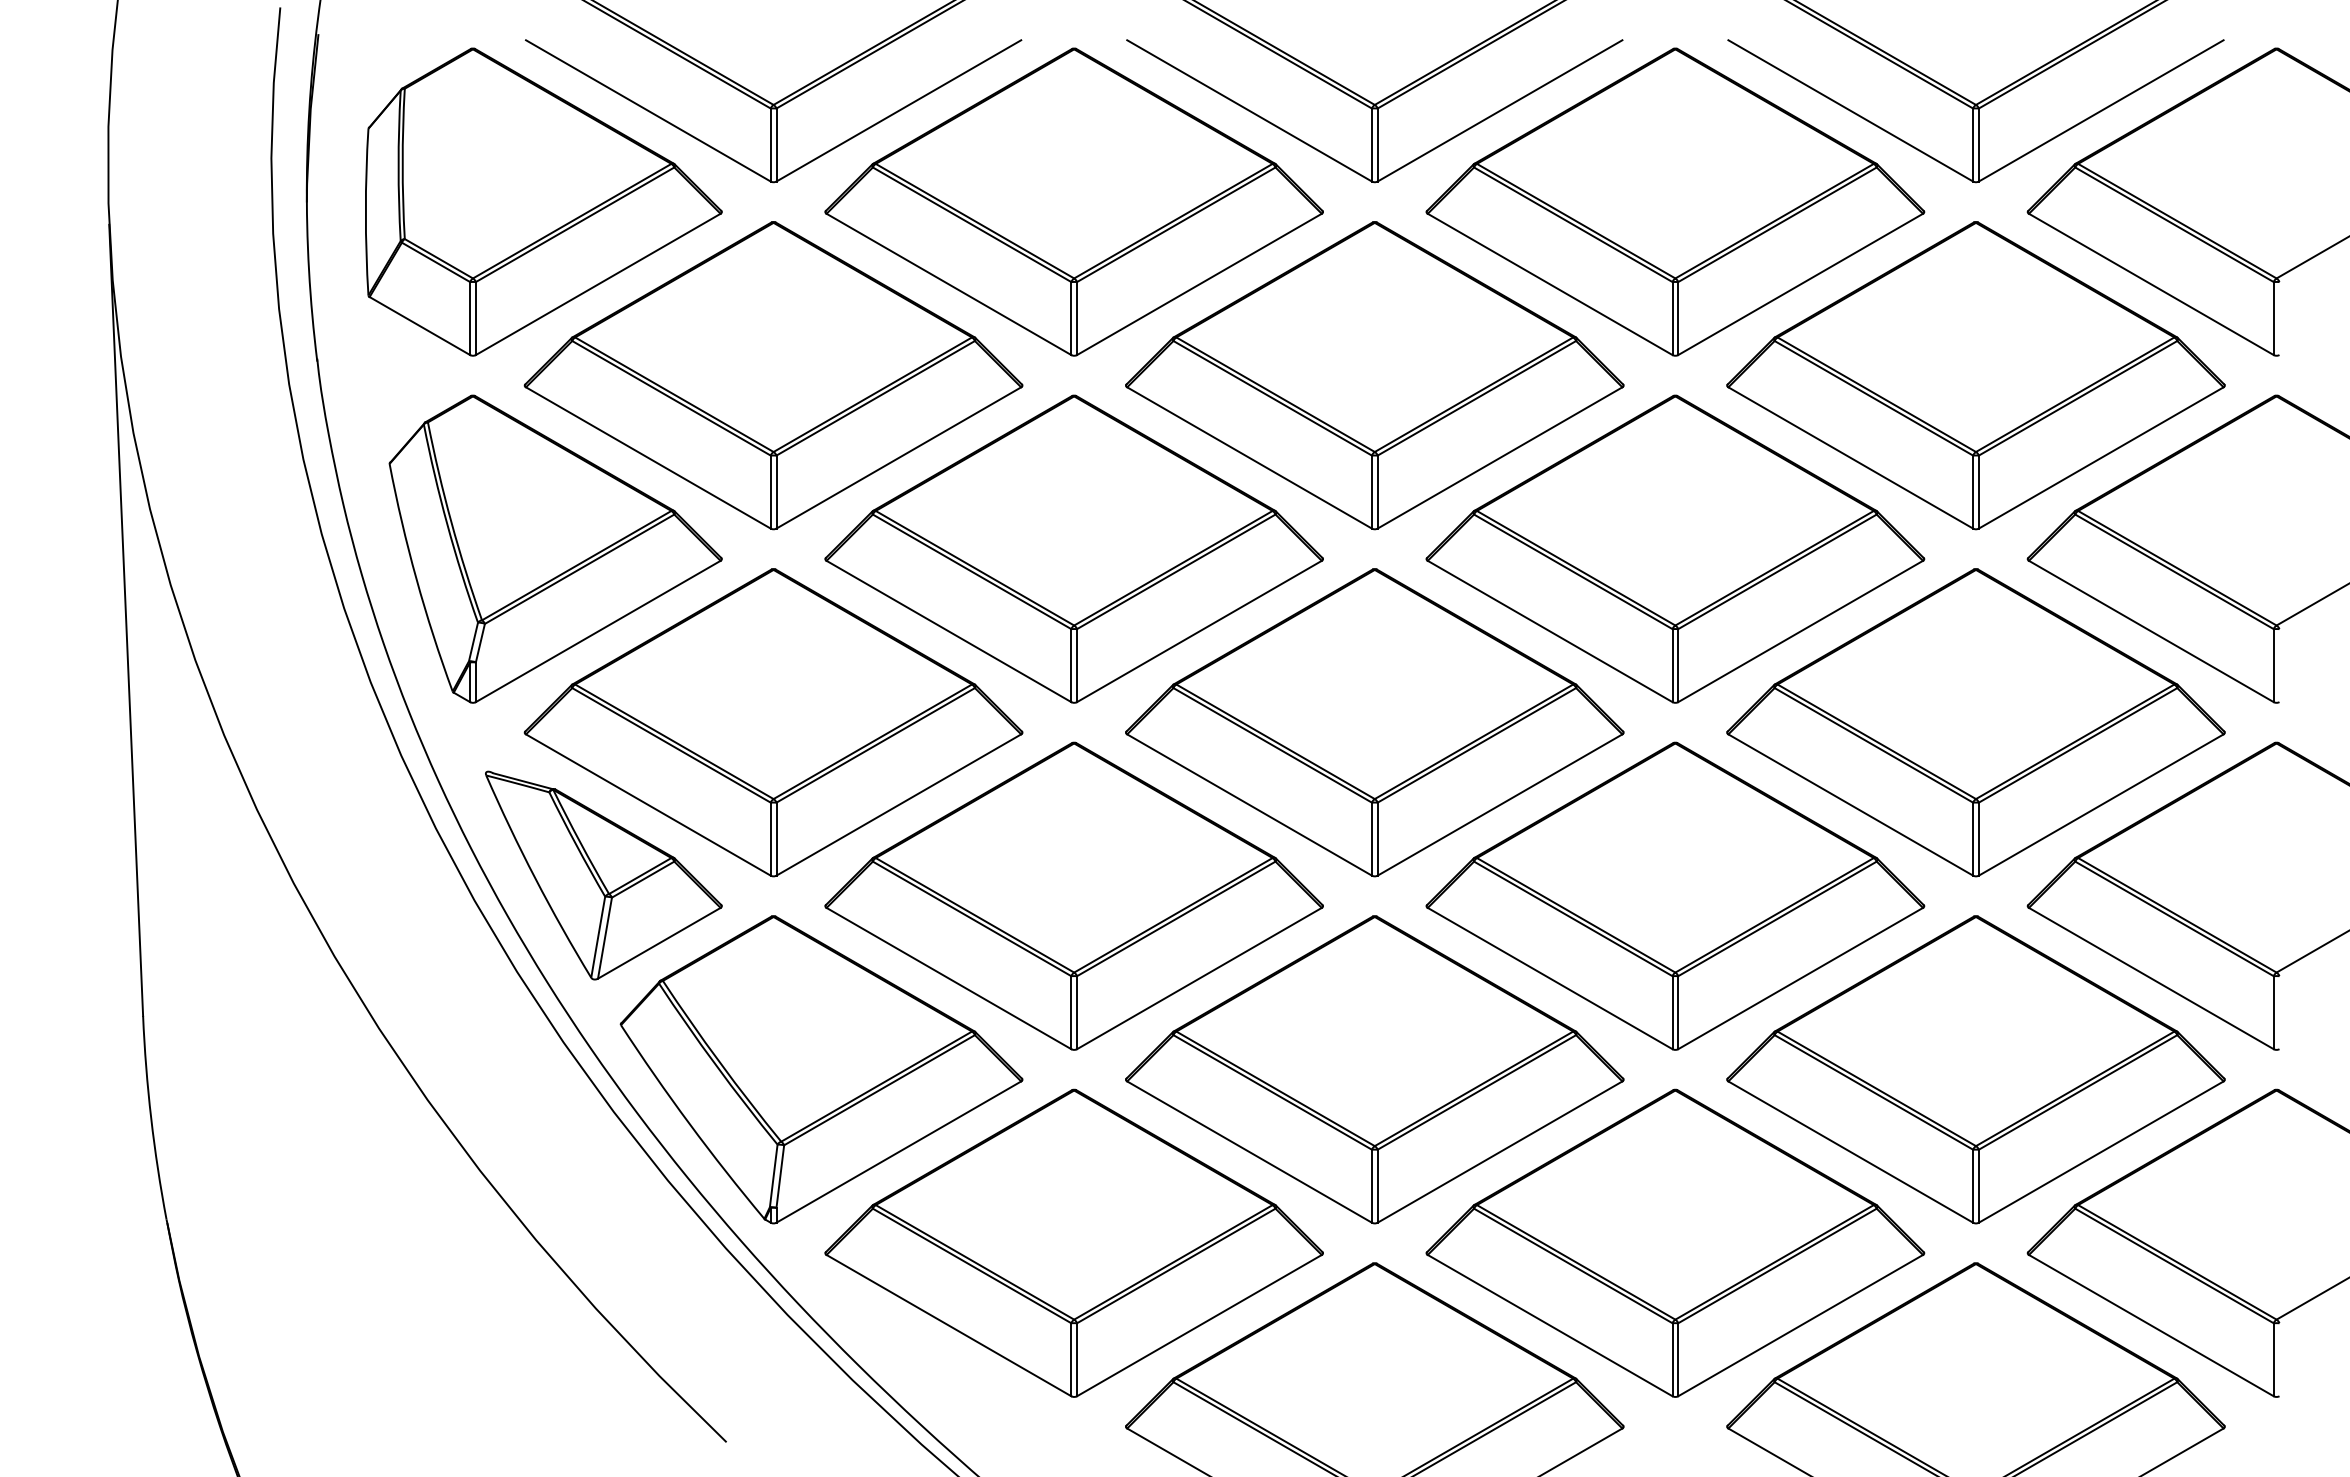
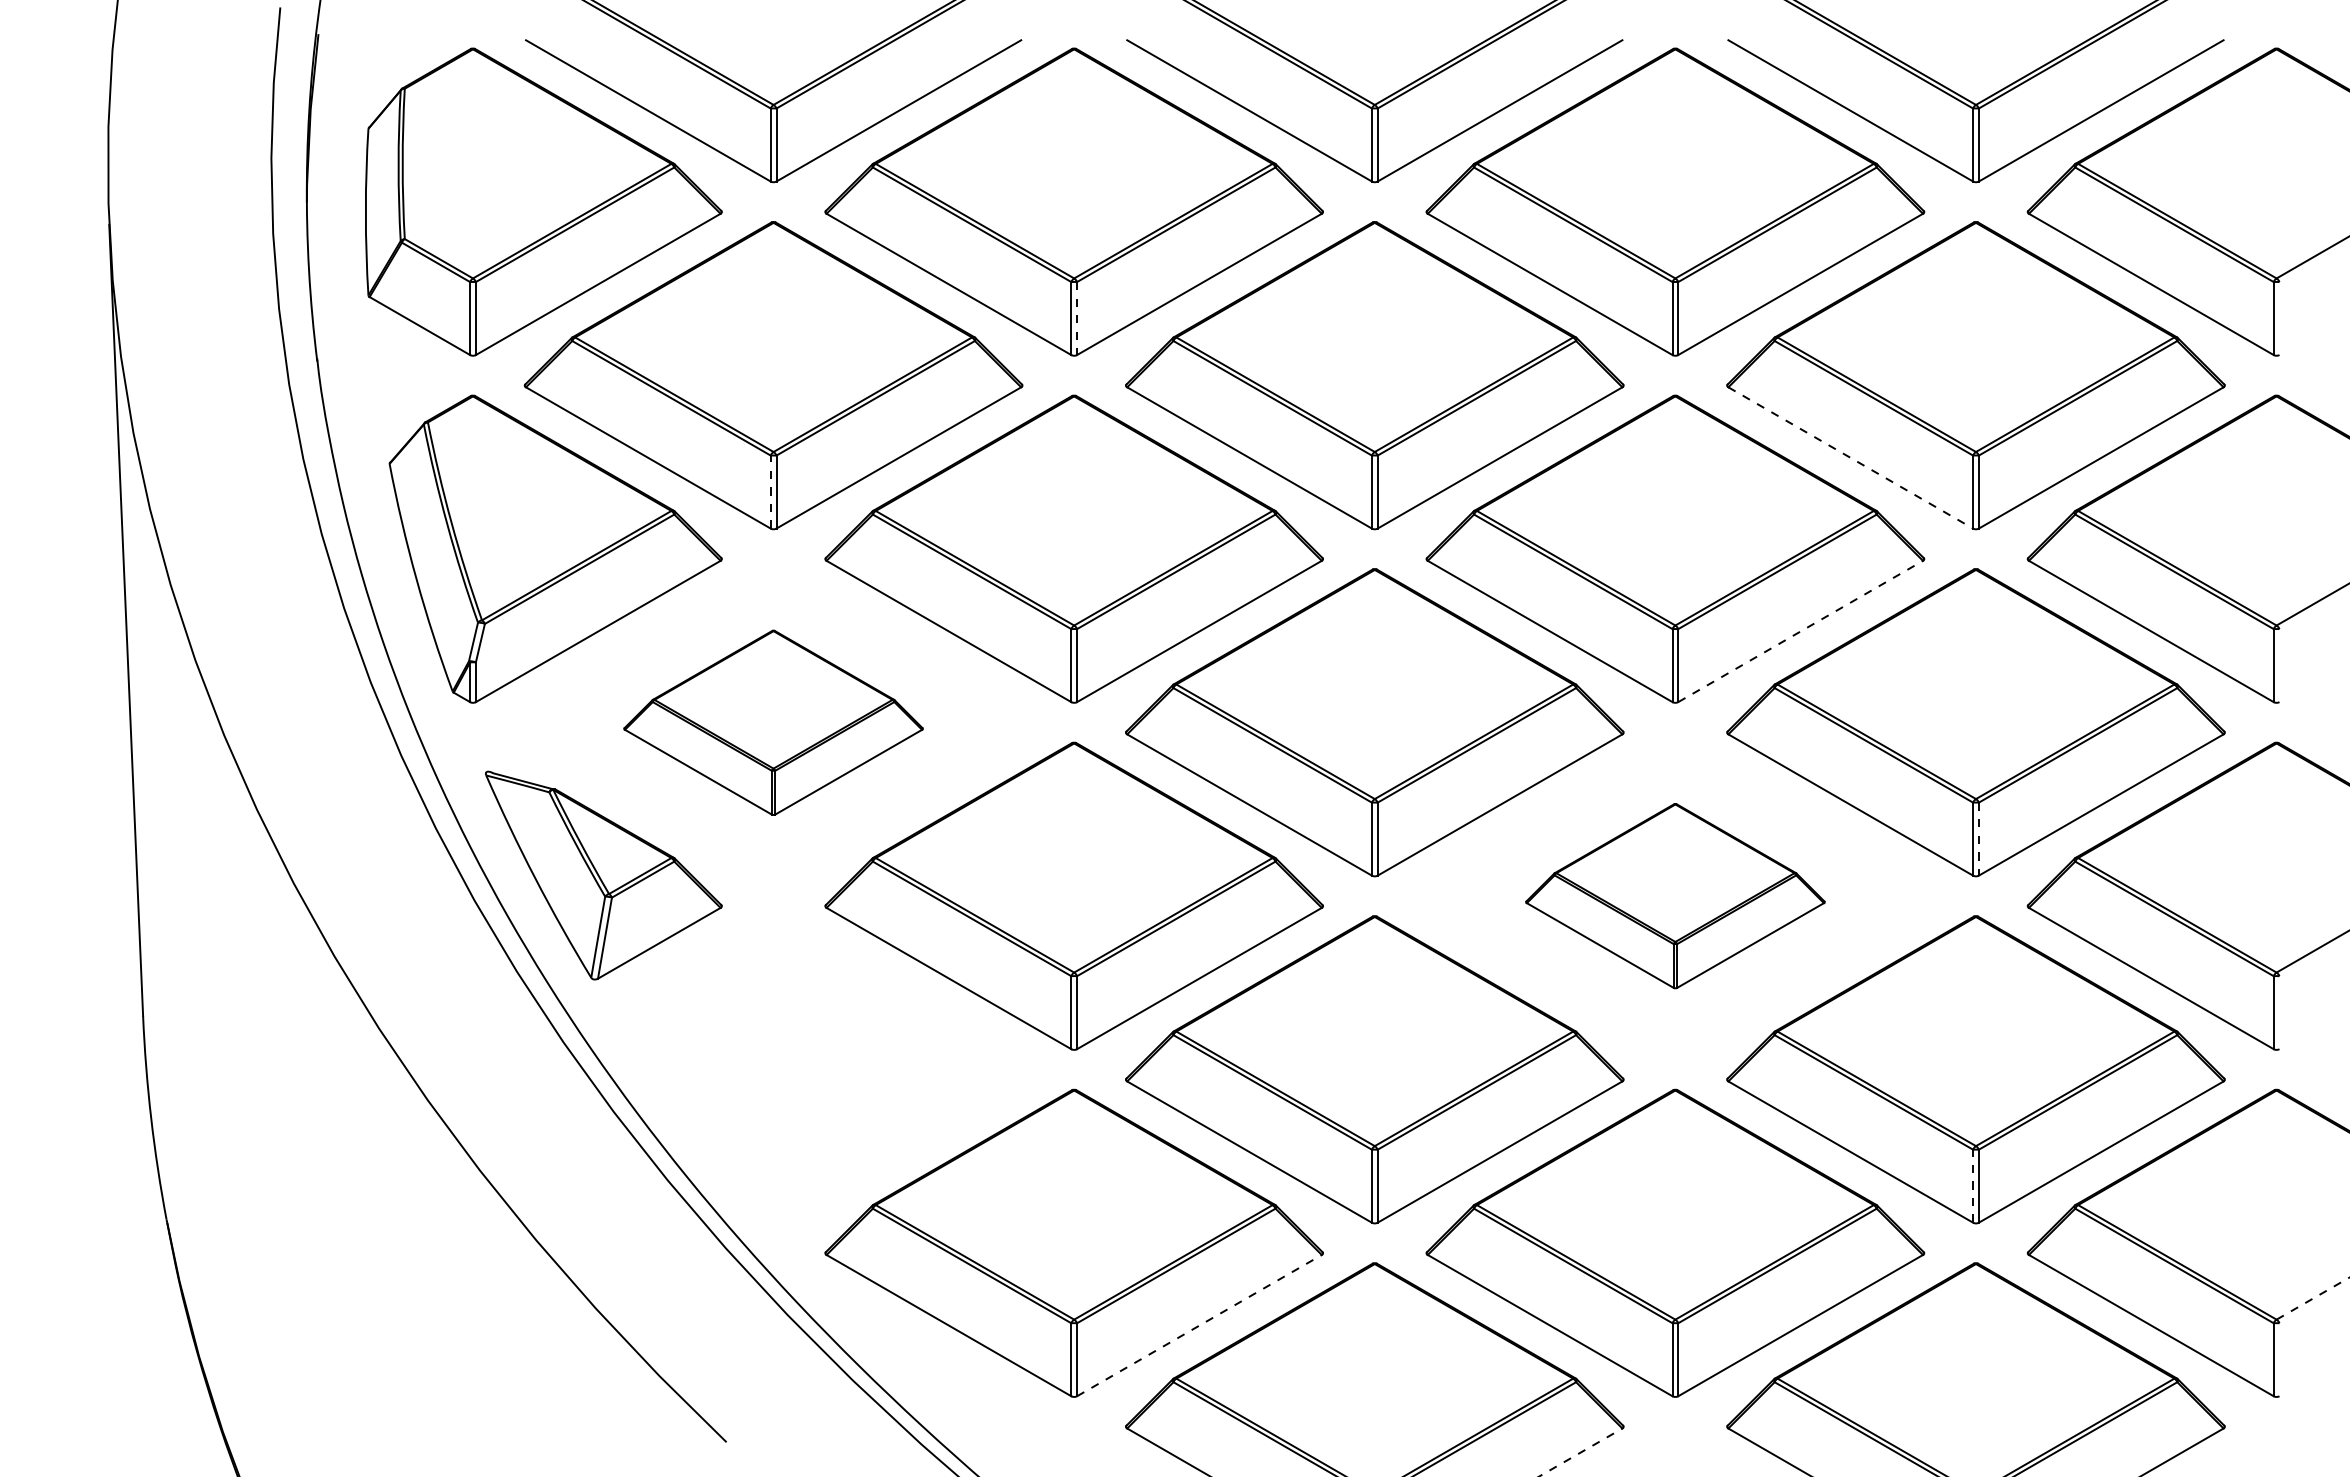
line at (1077, 319): solid -> dashed
line at (1851, 458): solid -> dashed
line at (770, 491): solid -> dashed
line at (1801, 631): solid -> dashed
part at (773, 722) size: 501x310 px -> 301x187 px
line at (1978, 839): solid -> dashed
part at (1675, 895) size: 501x310 px -> 301x187 px
part at (821, 1069): present -> none
line at (1973, 1185): solid -> dashed
line at (2313, 1298): solid -> dashed
line at (1199, 1325): solid -> dashed
line at (1580, 1452): solid -> dashed
